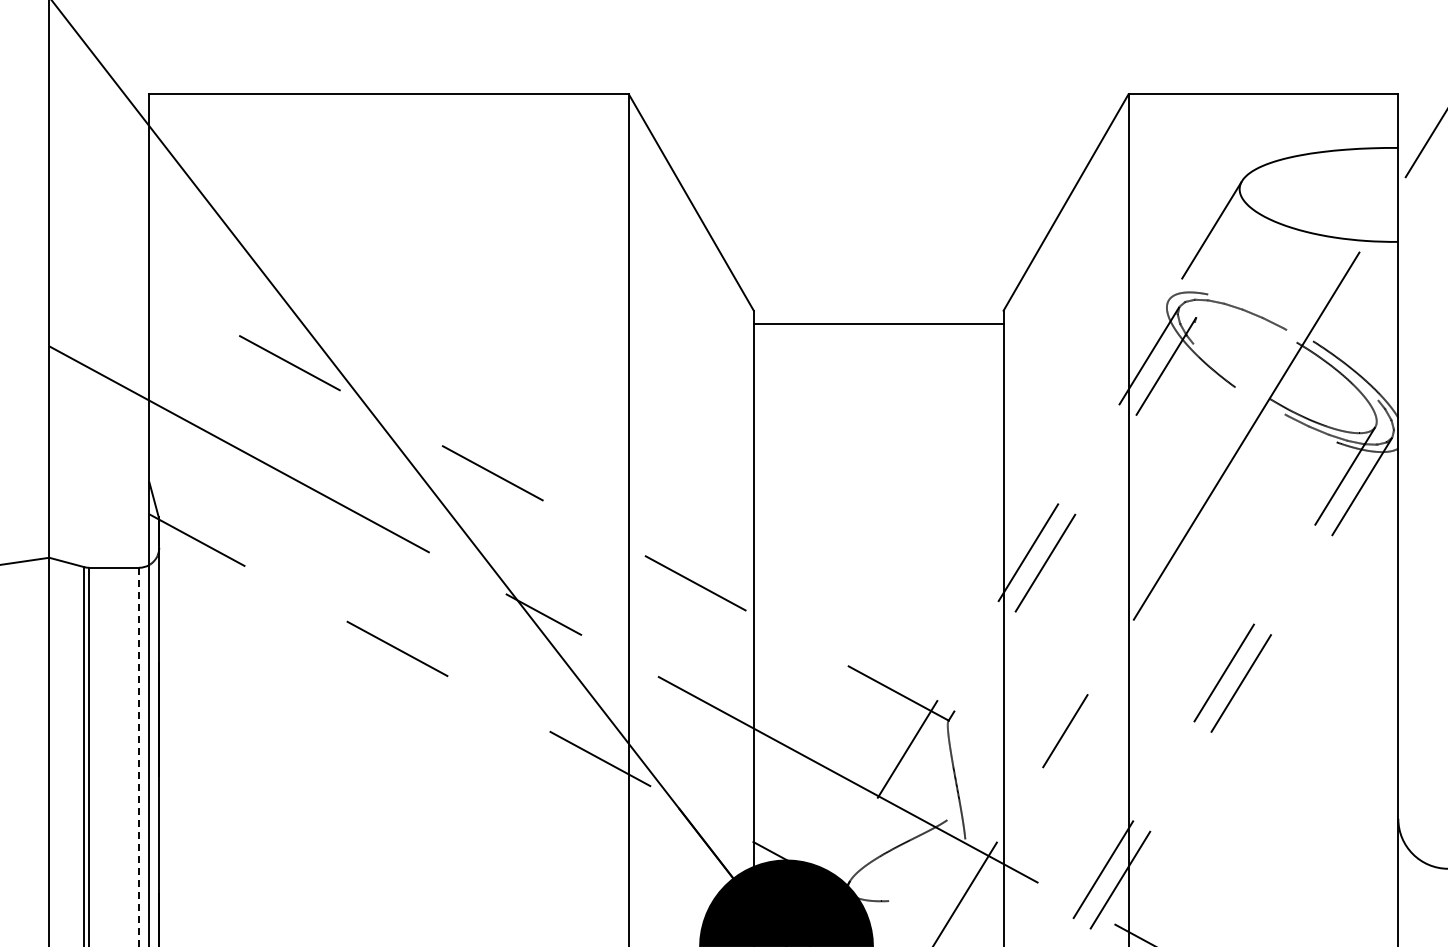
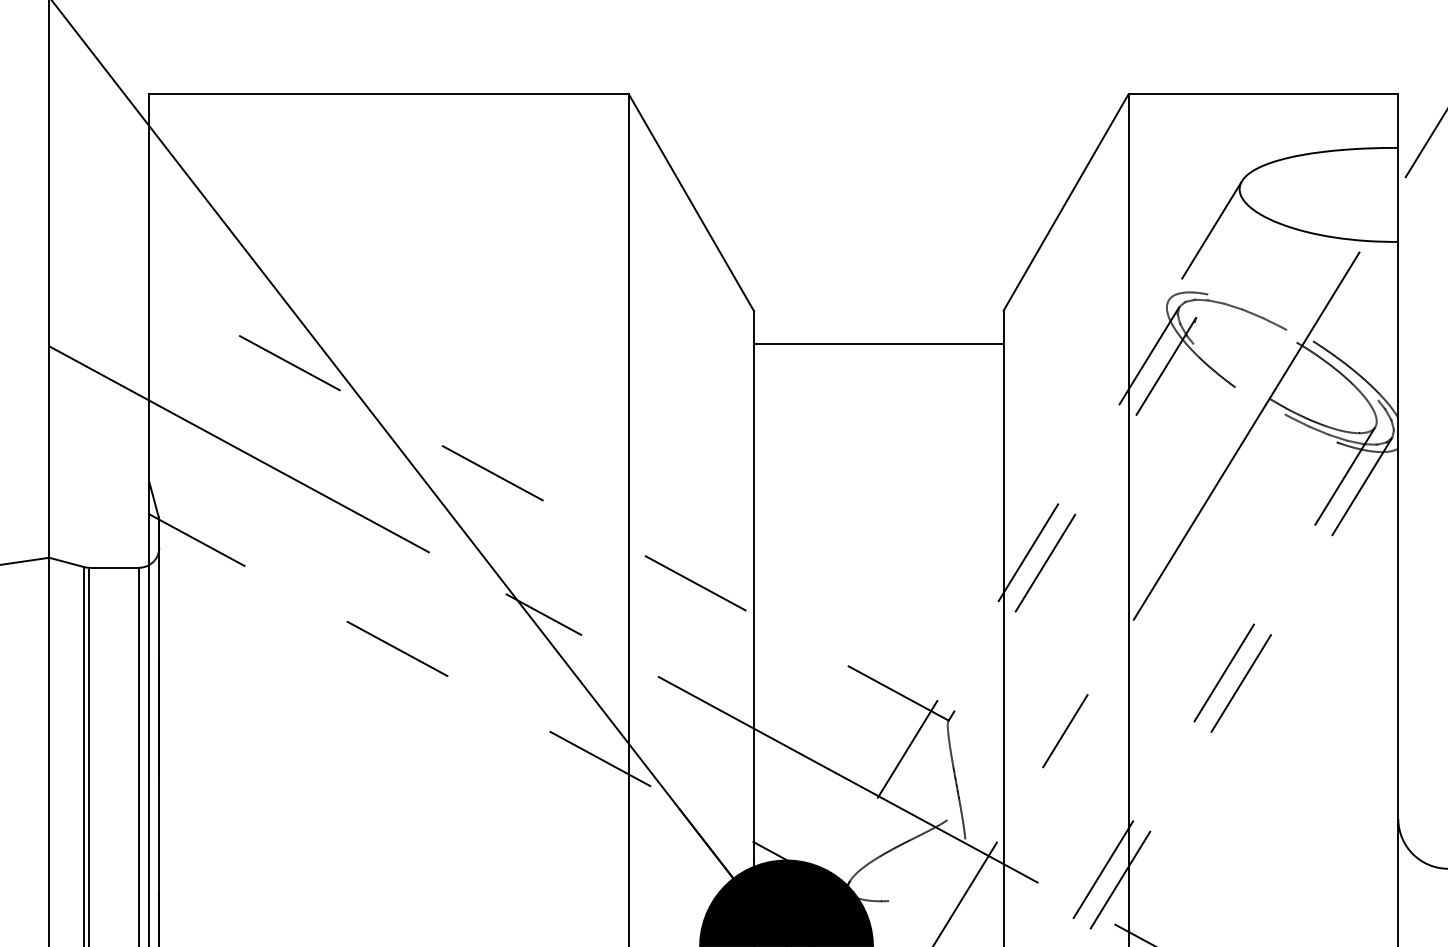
line at (878, 324) position: (878, 324) -> (878, 344)
line at (139, 757): dashed -> solid
